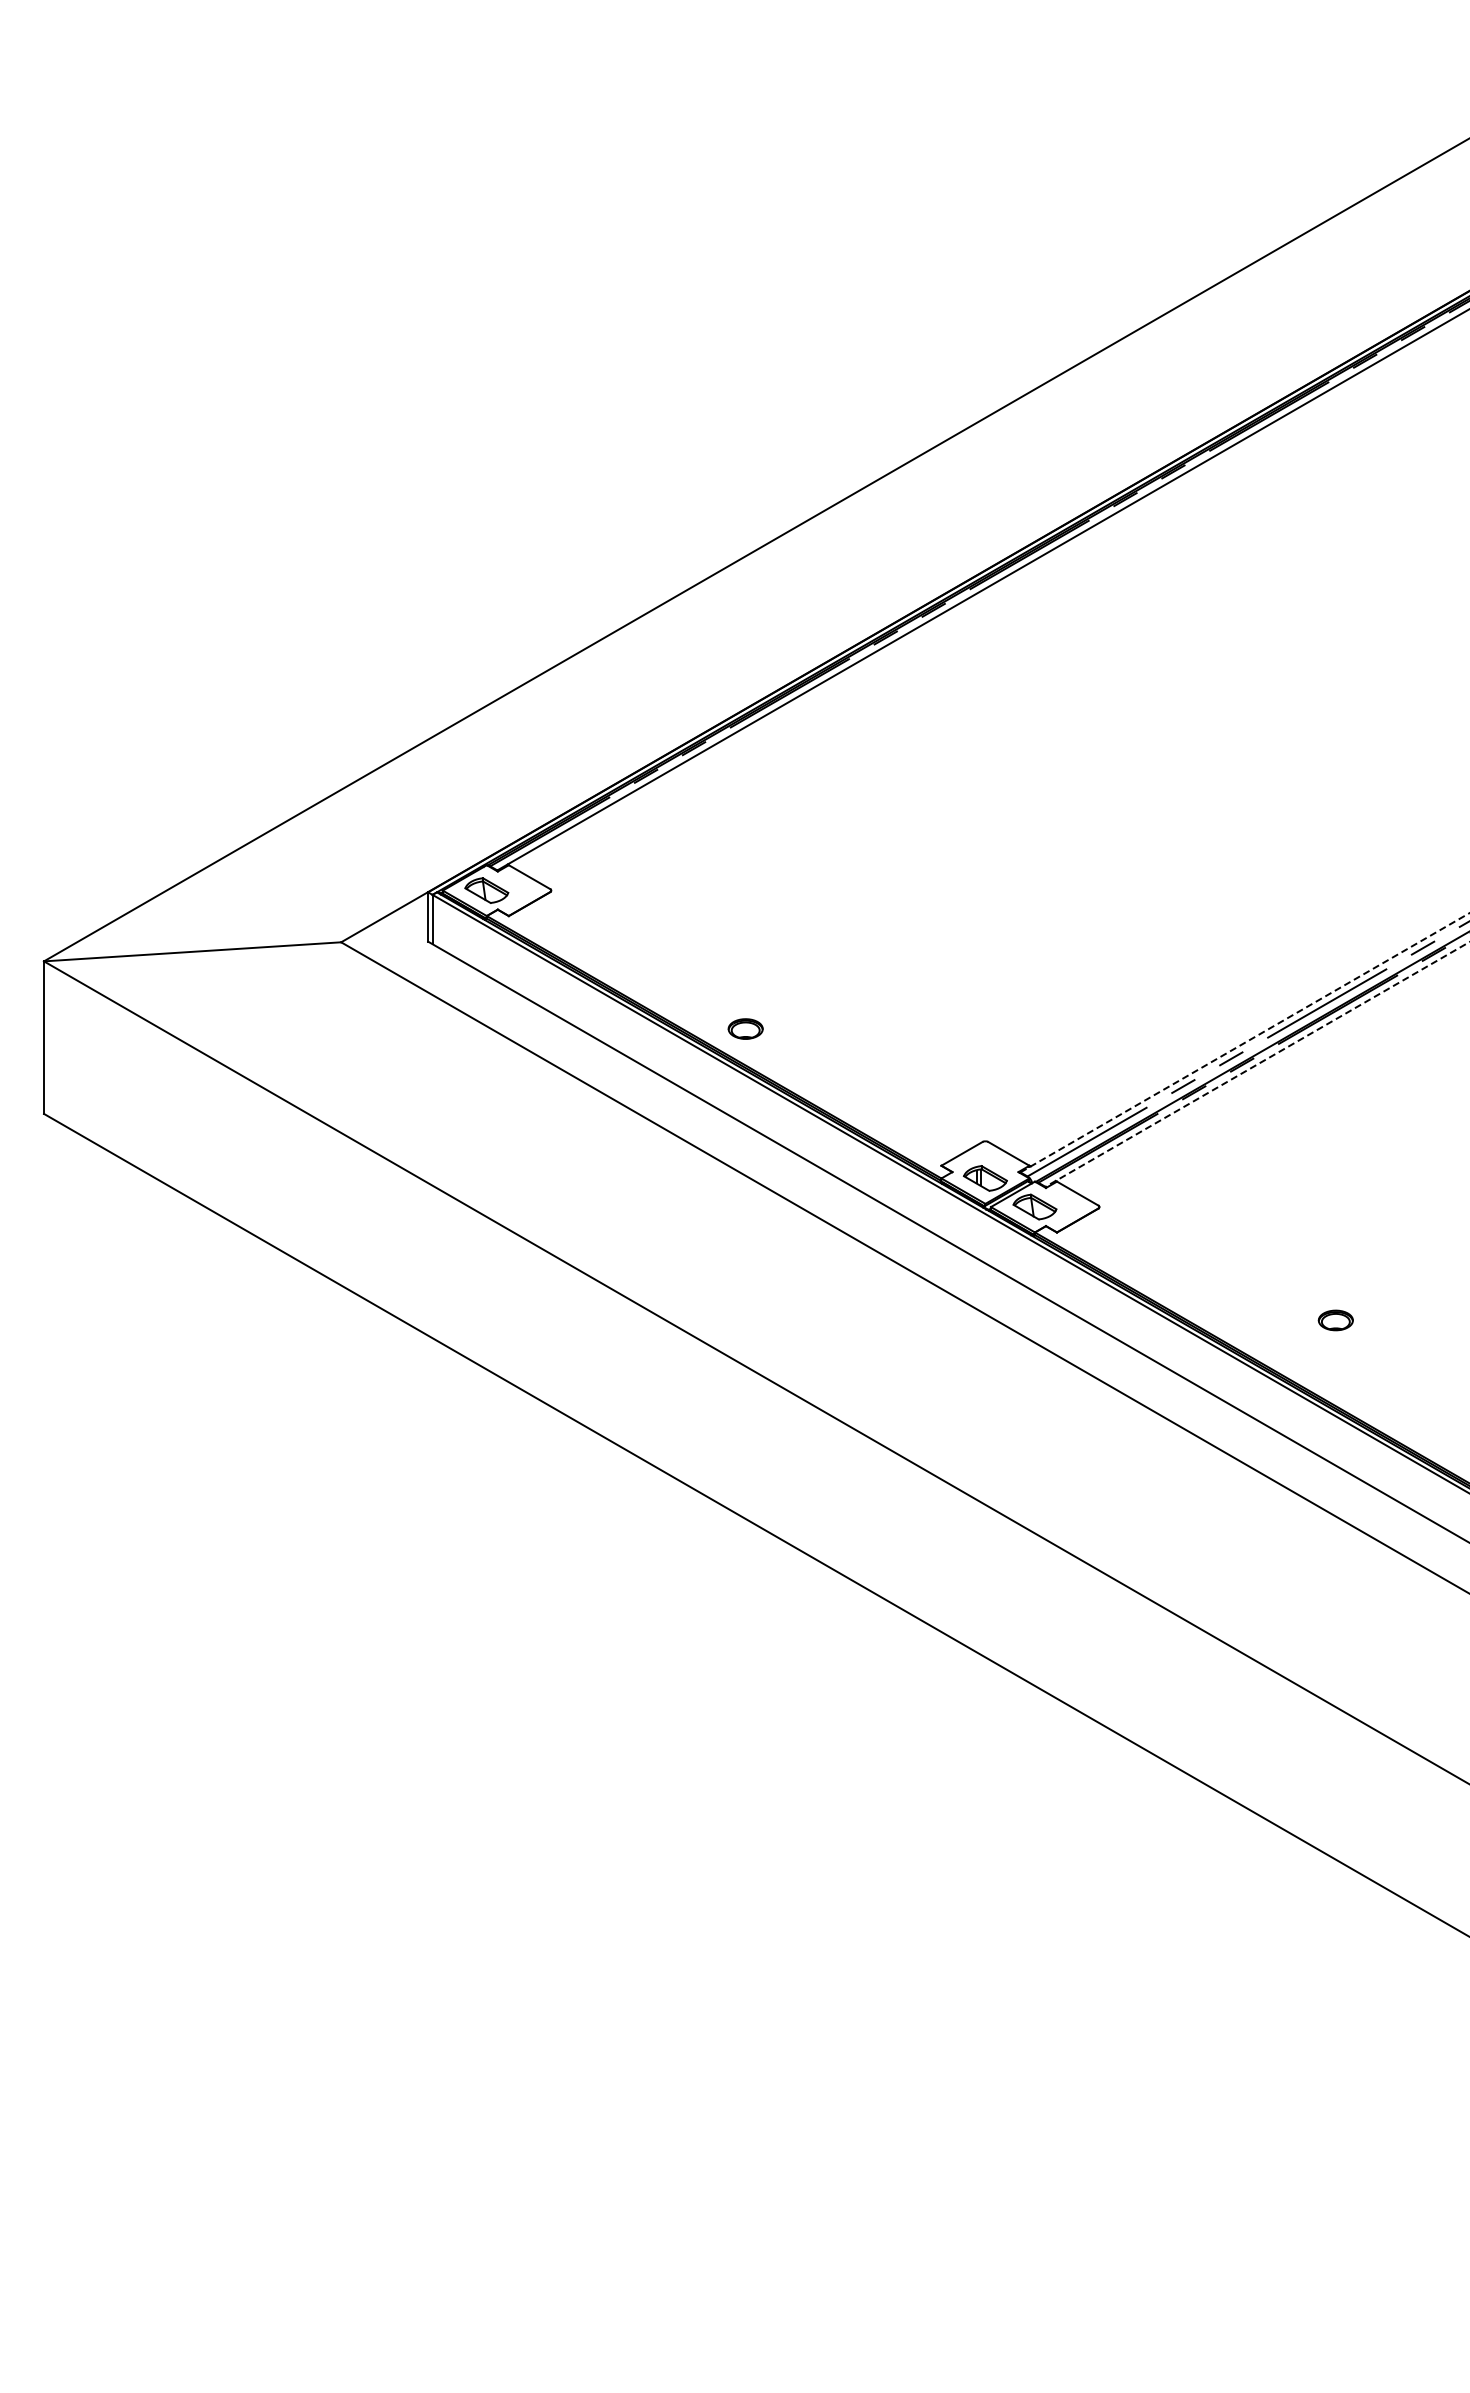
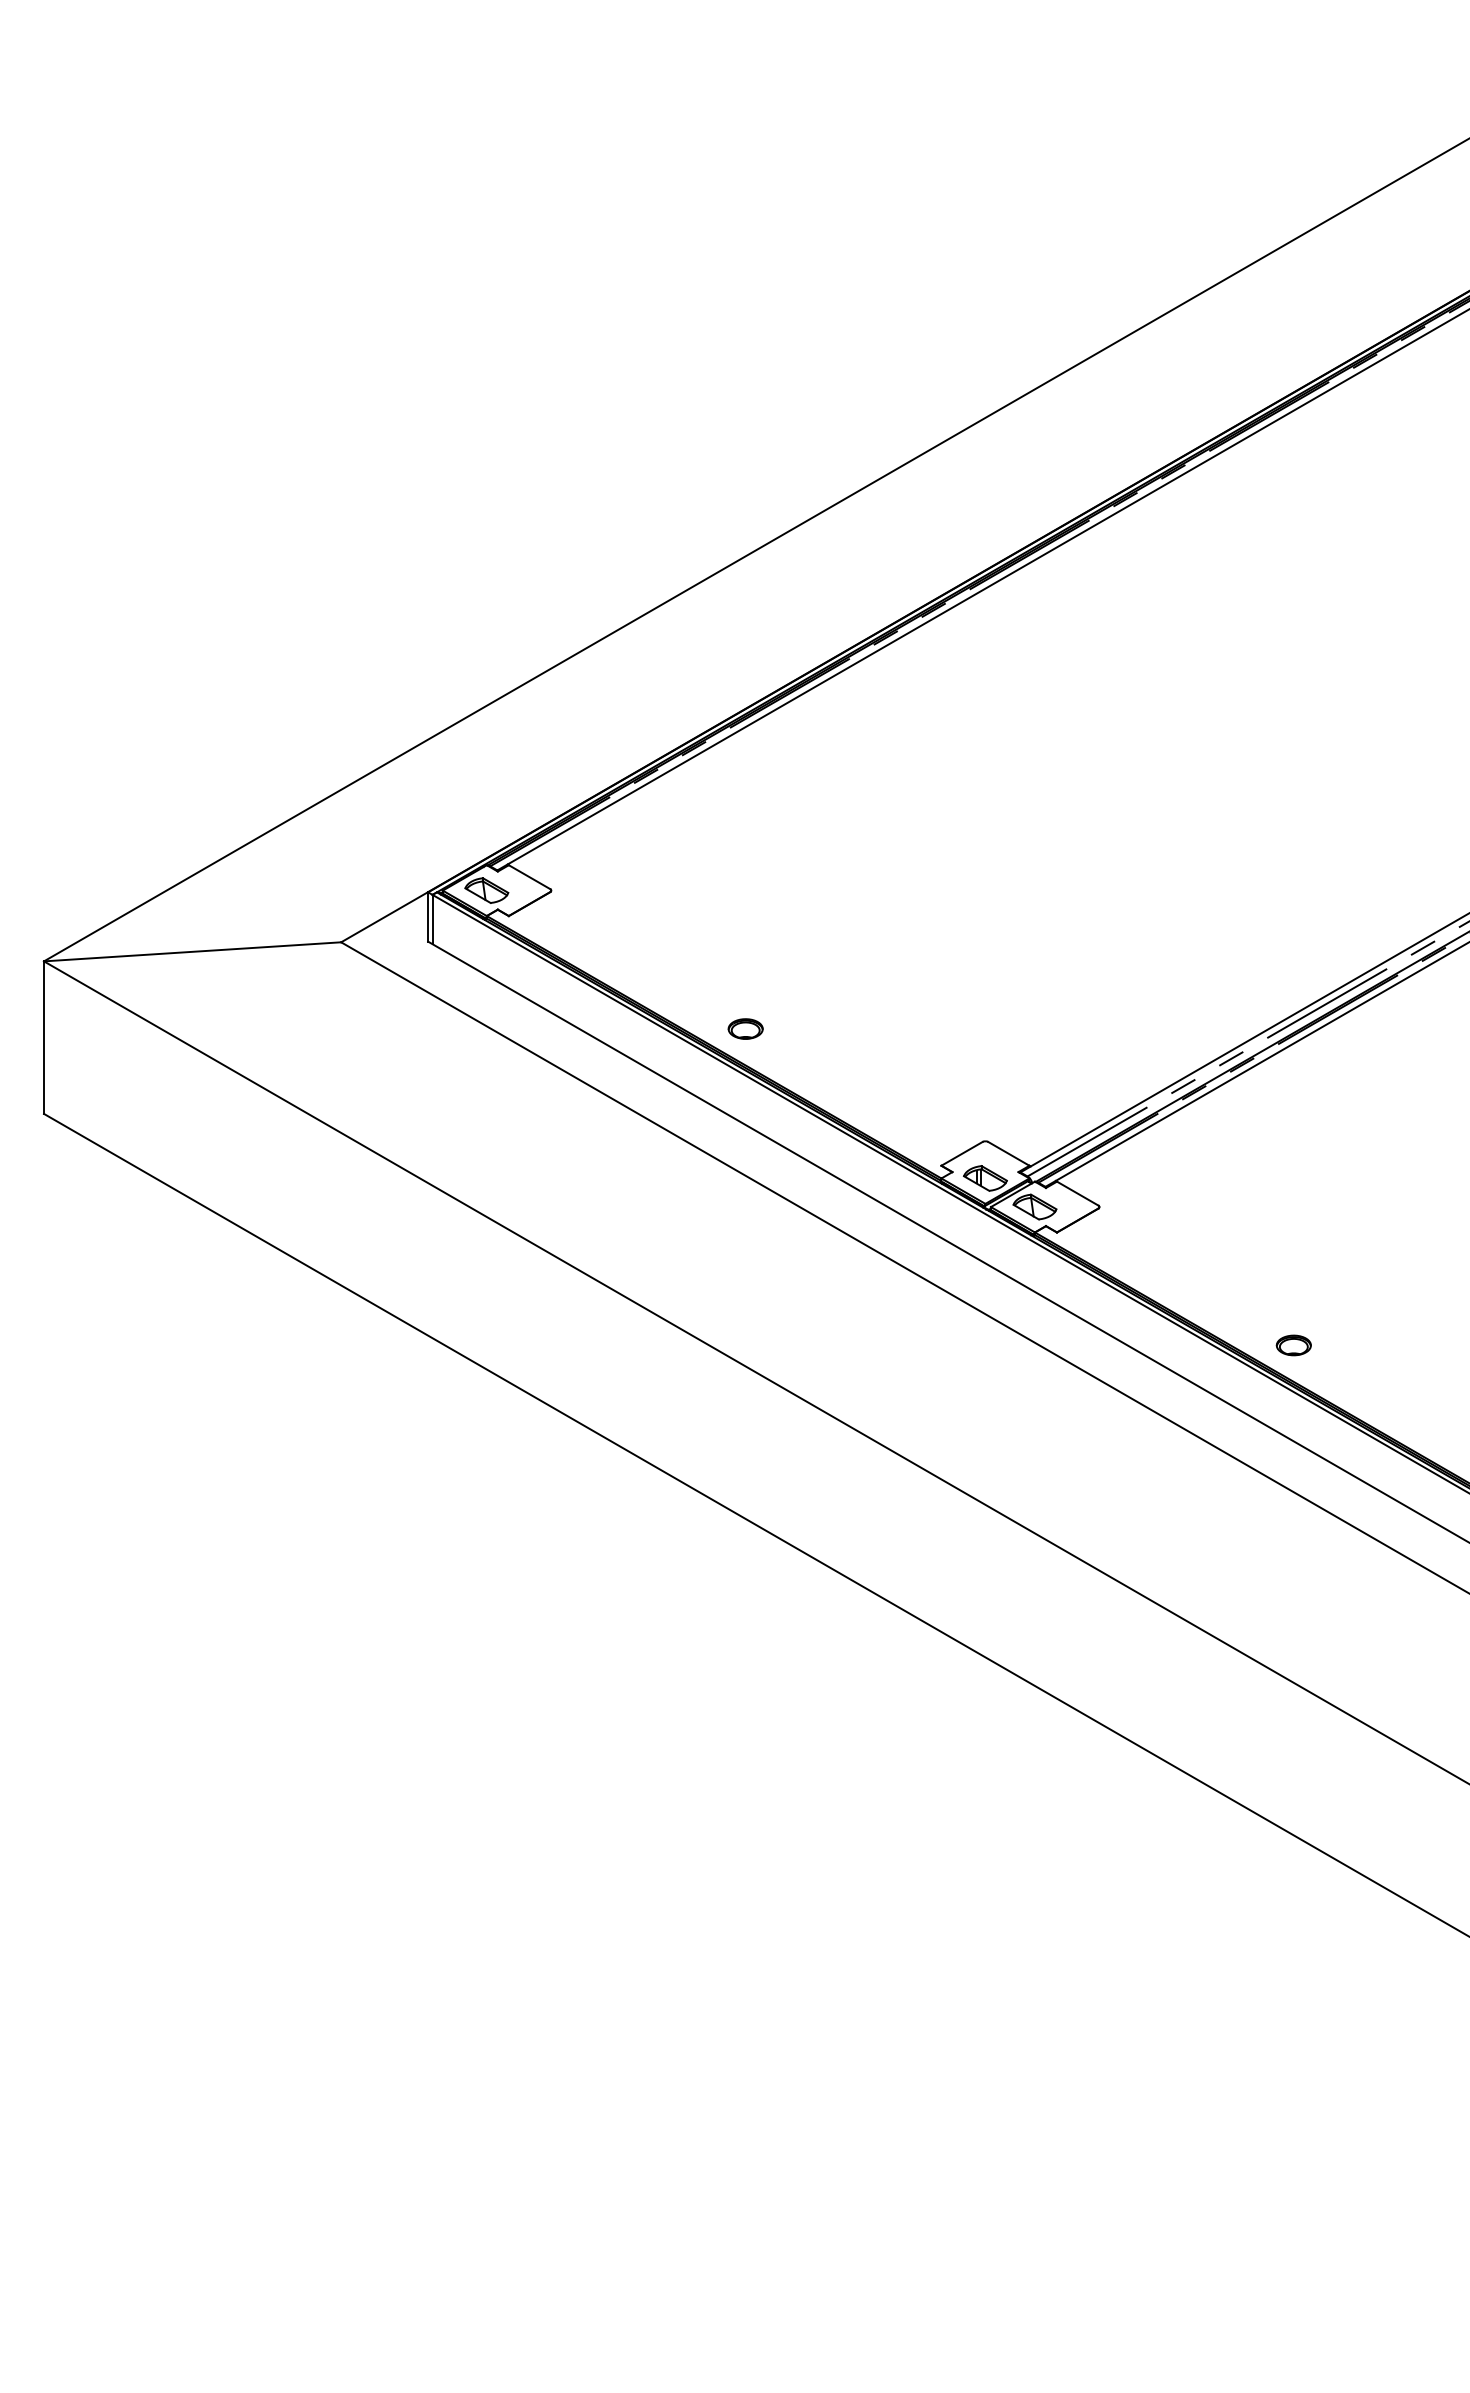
line at (1245, 1042): dashed -> solid
line at (1257, 1064): dashed -> solid
part at (1335, 1320) position: (1335, 1320) -> (1293, 1345)
